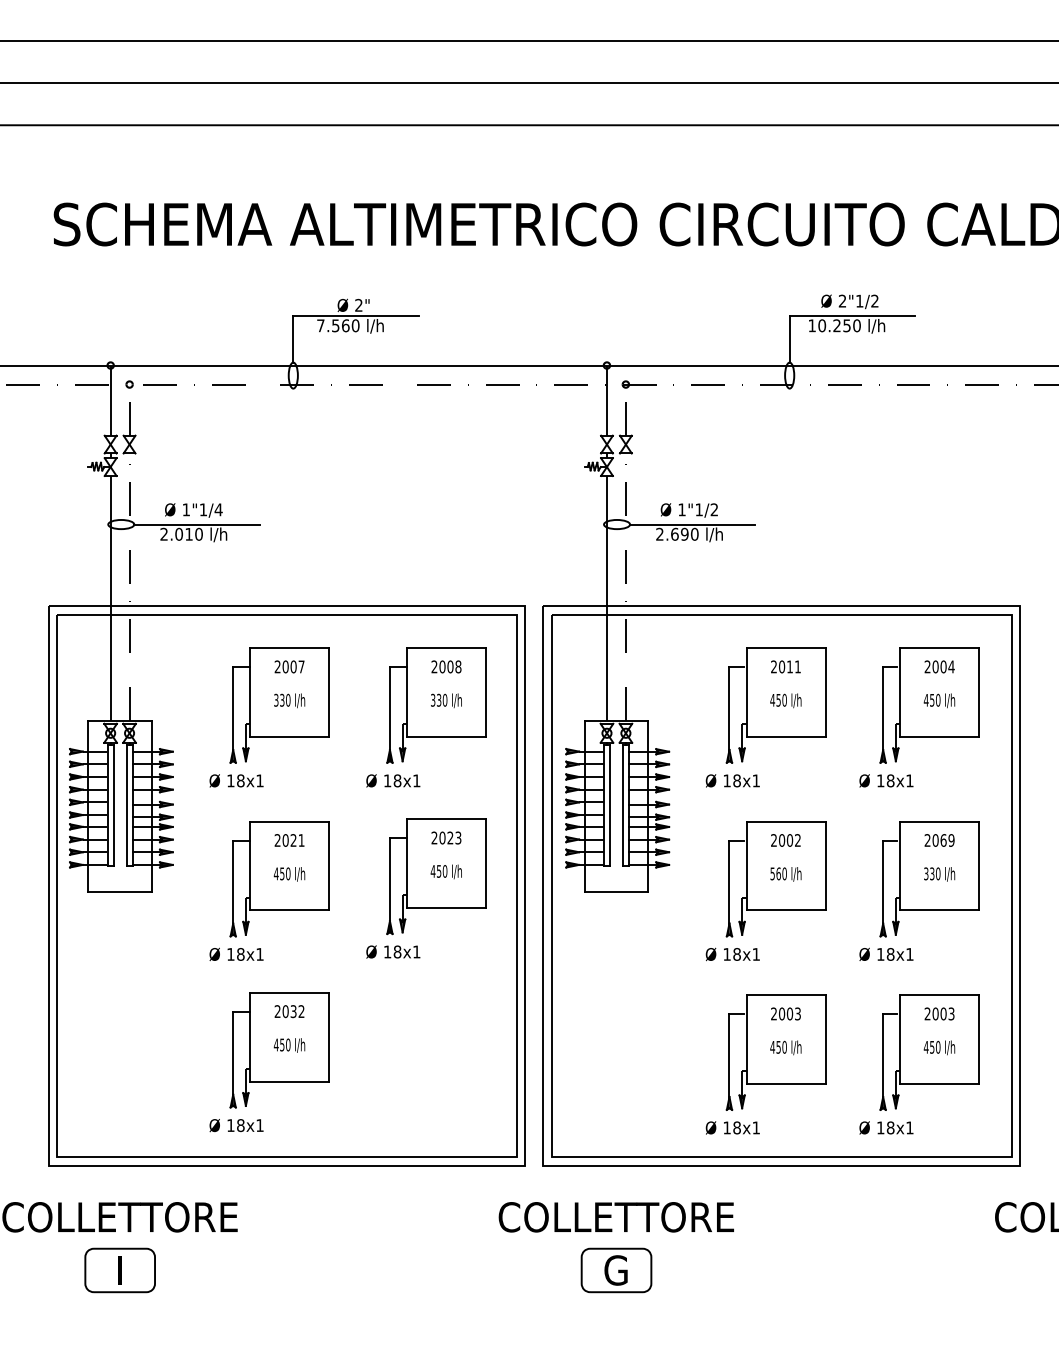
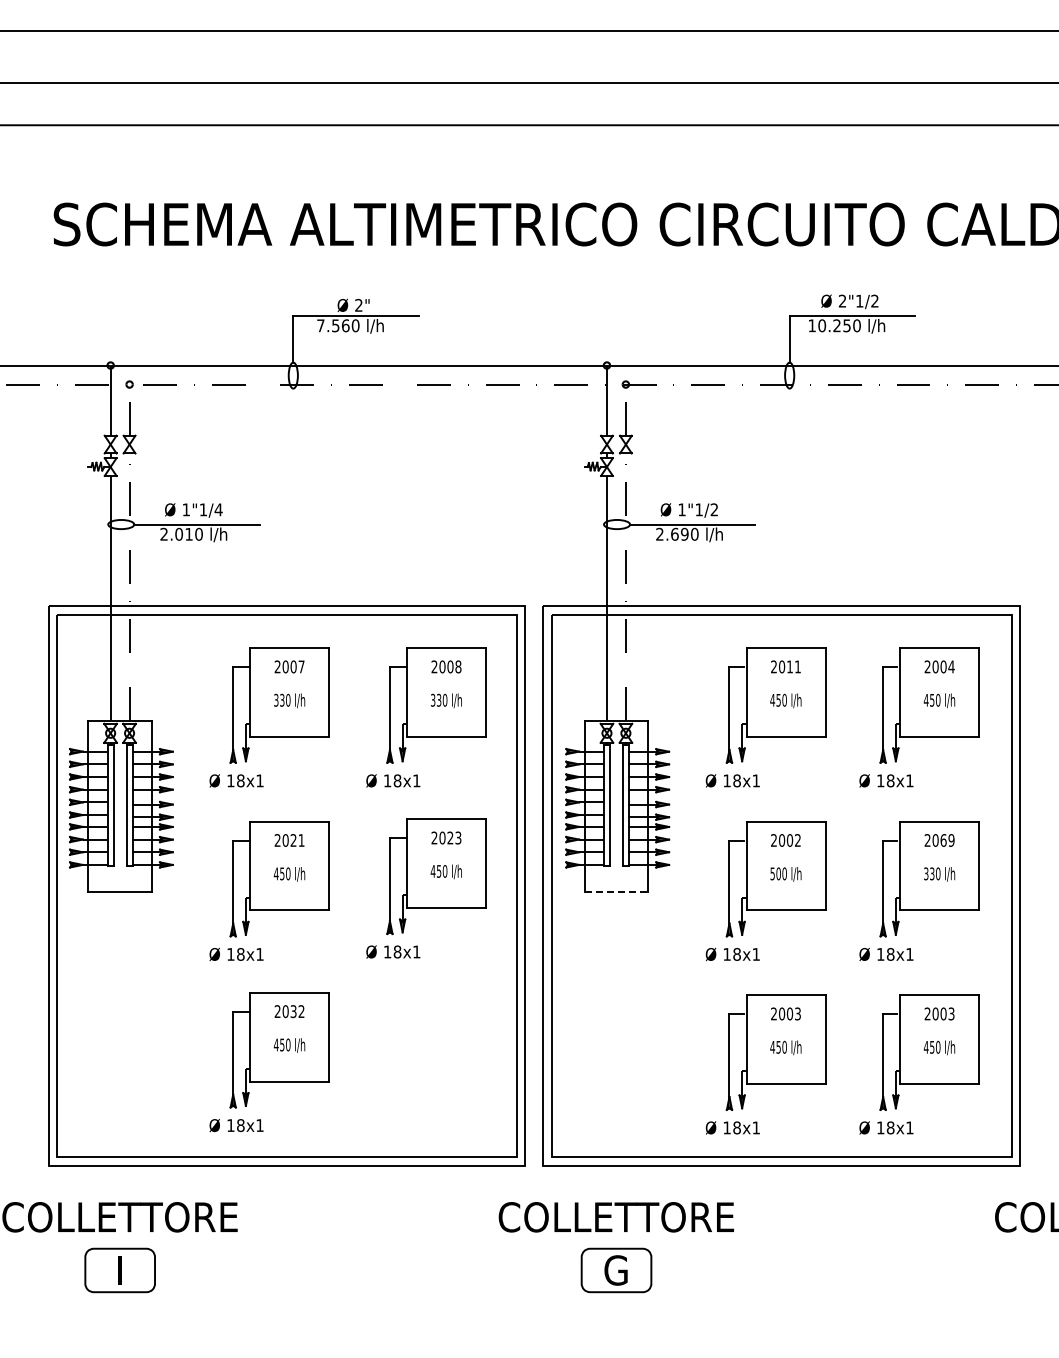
line at (528, 40) position: (528, 40) -> (528, 30)
text at (778, 873): 560 -> 500
line at (616, 892): solid -> dashed
